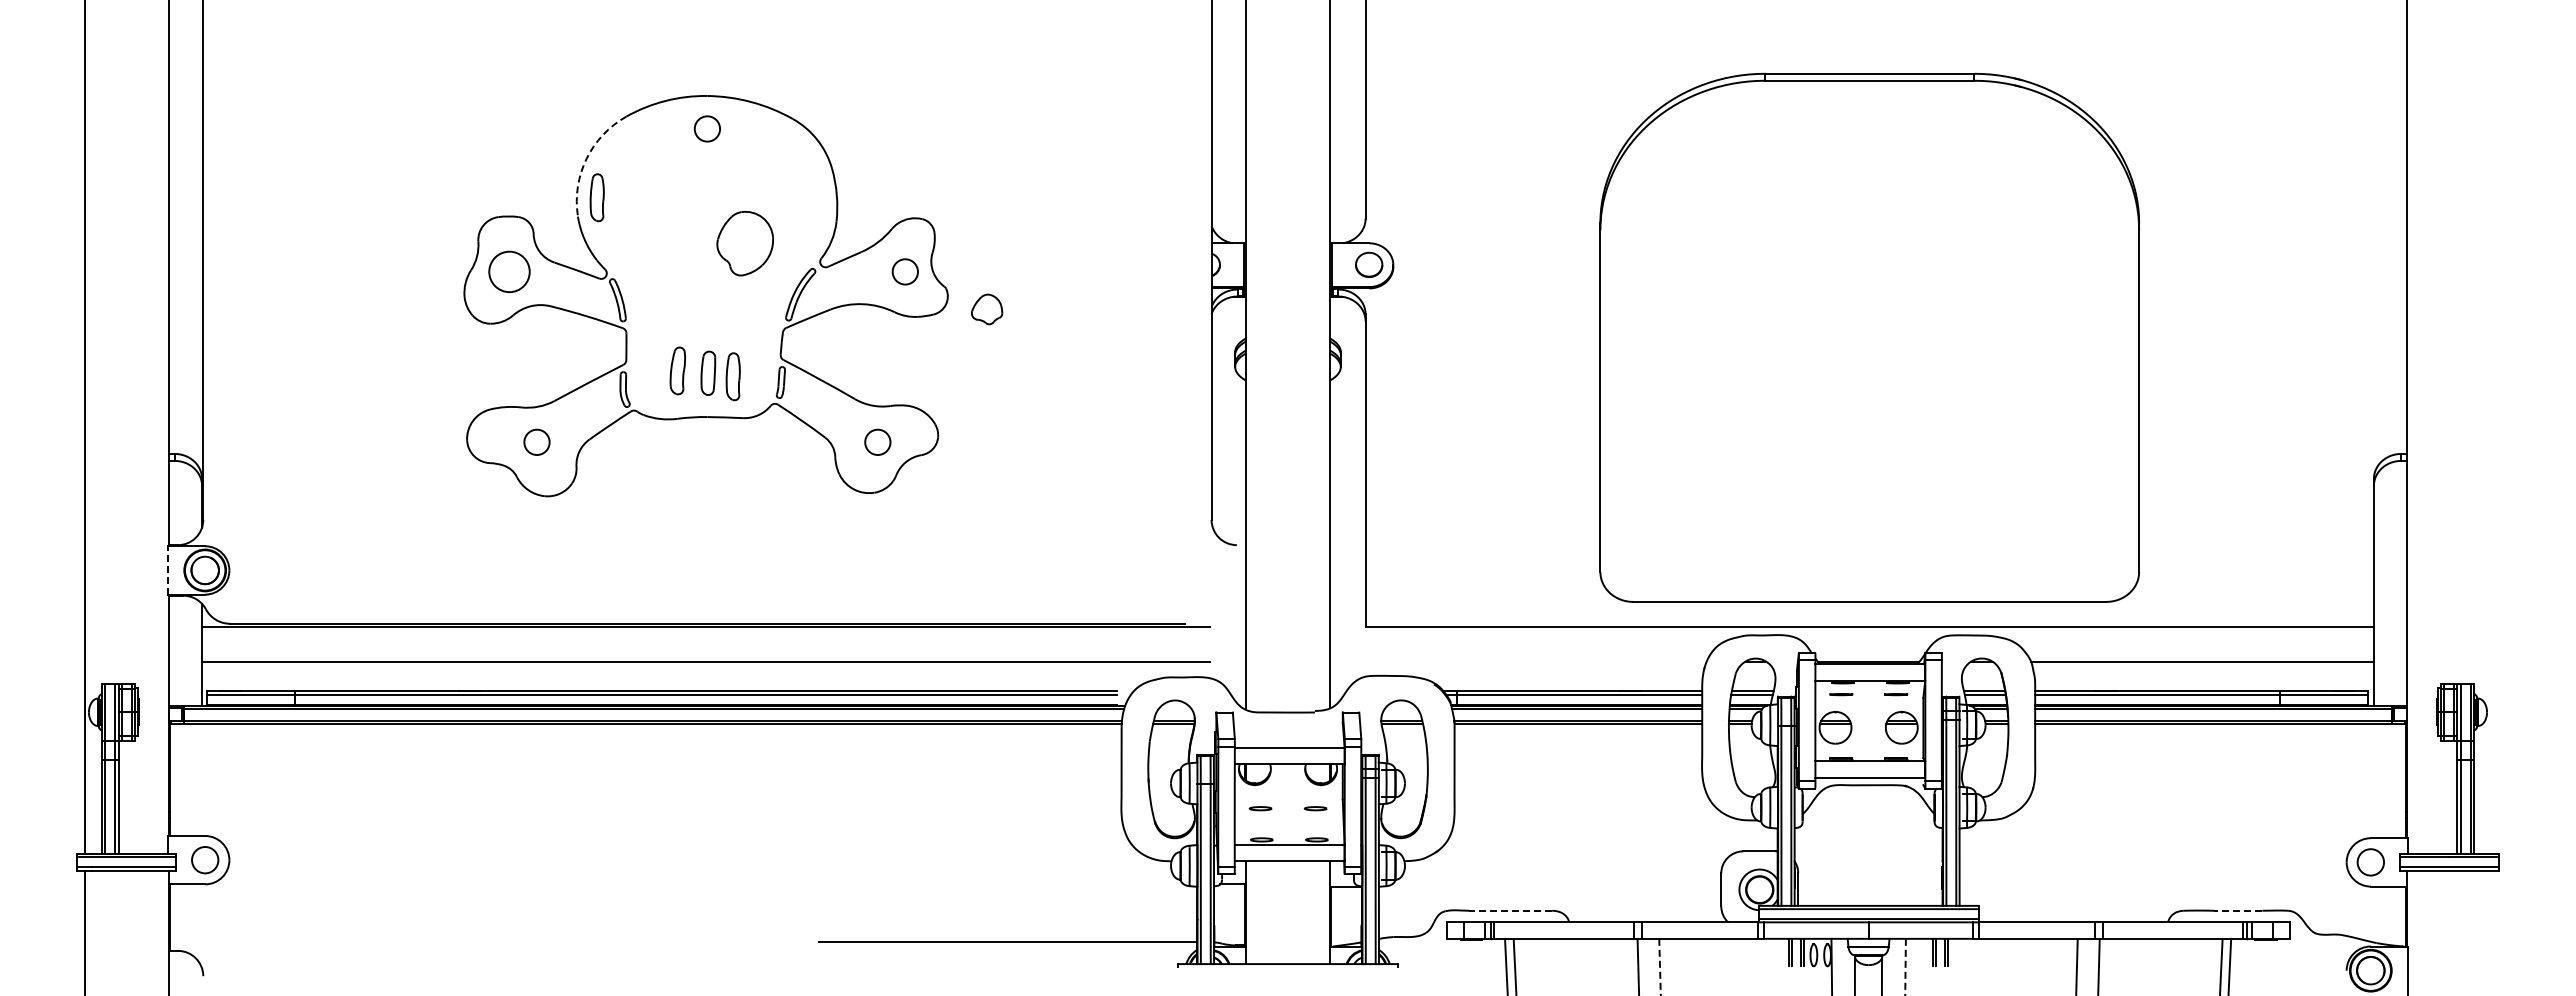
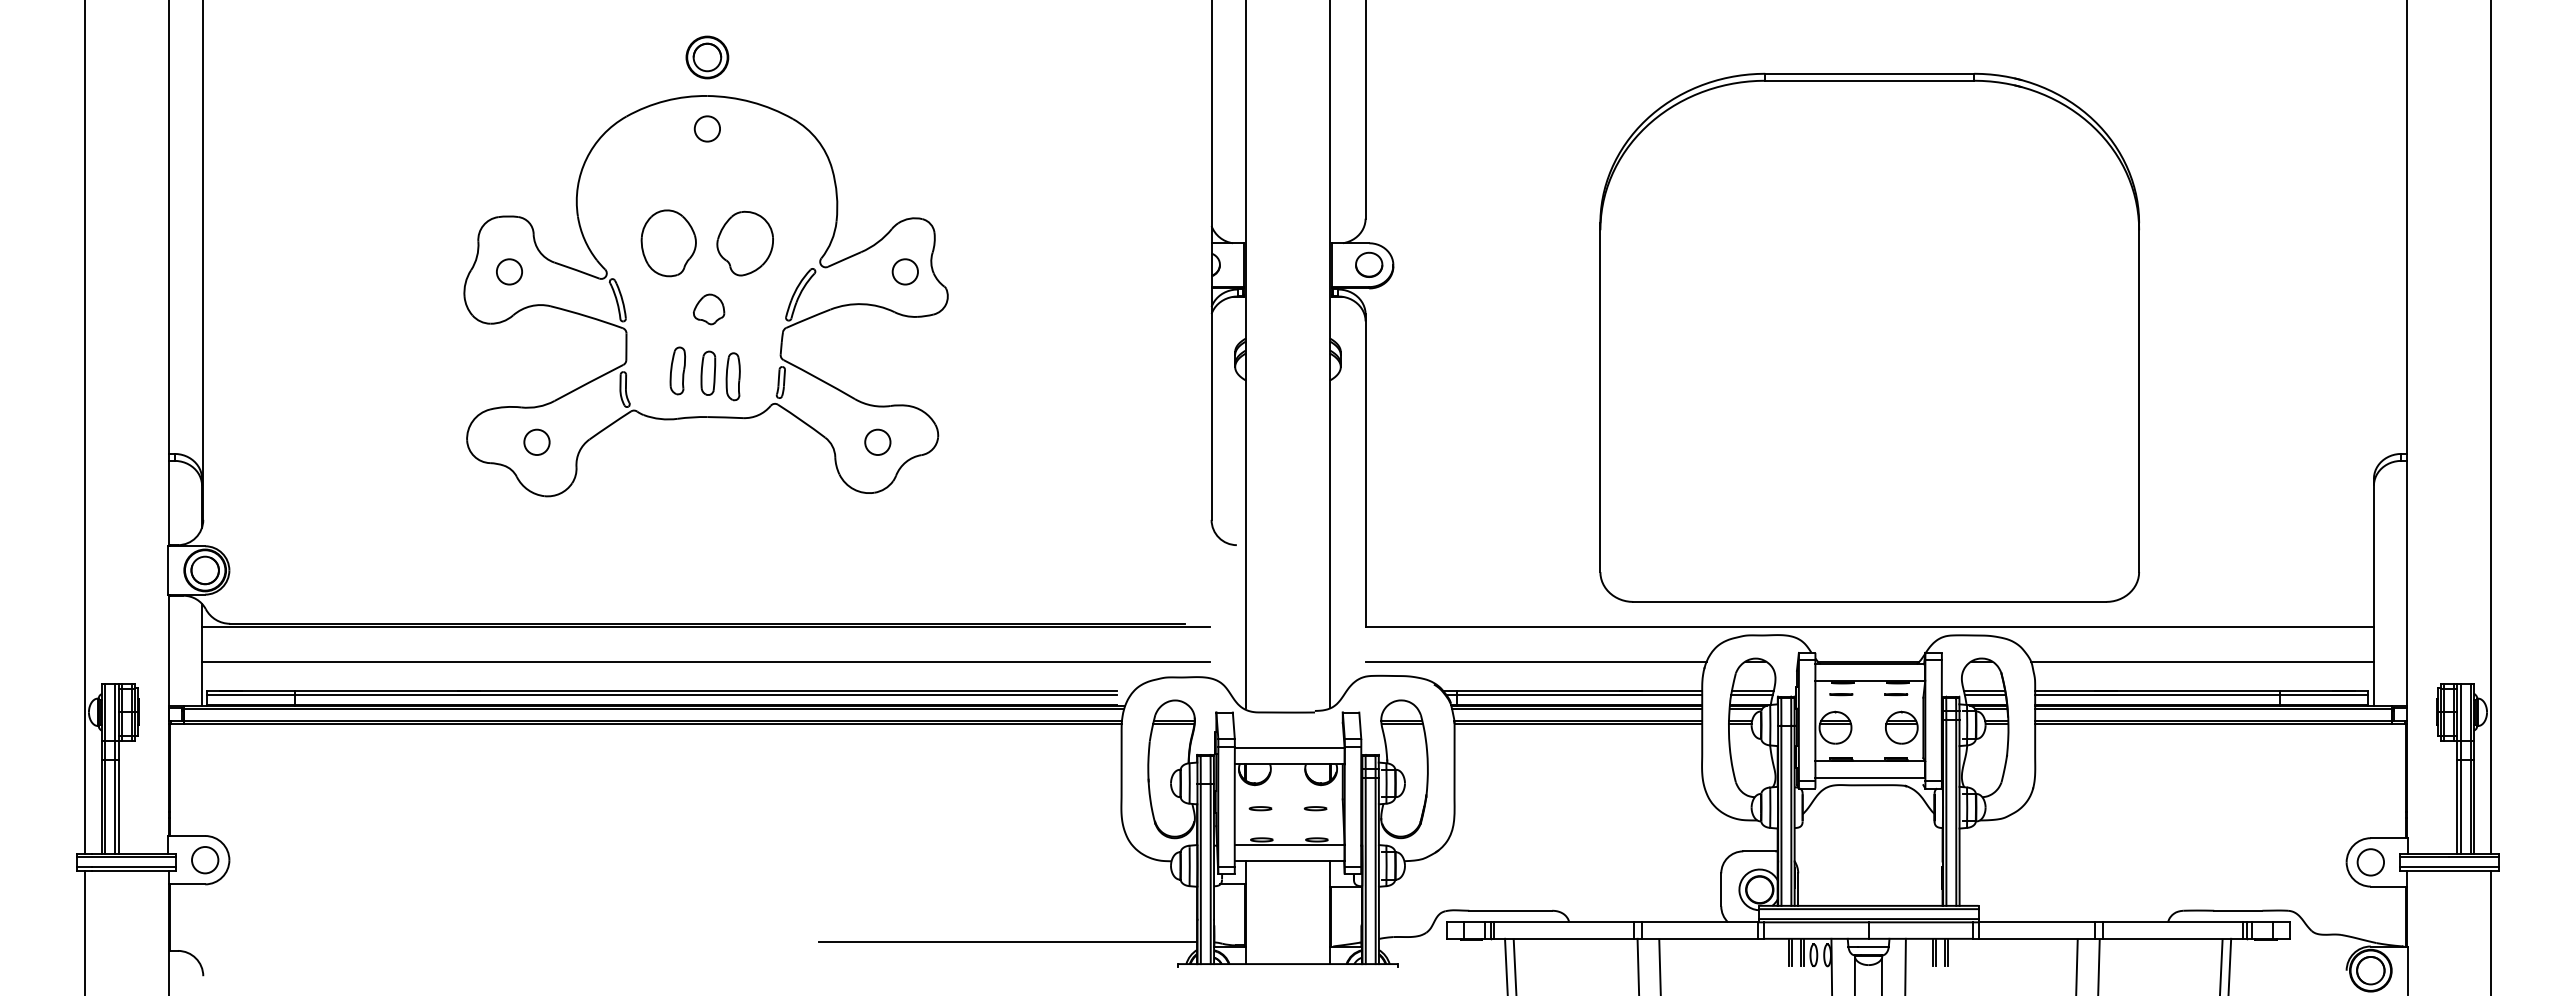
part at (707, 57): none -> present
arc at (586, 158): dashed -> solid
part at (596, 197): present -> none
part at (668, 243): none -> present
circle at (509, 271) diameter: 40 px -> 25 px
part at (987, 309) position: (987, 309) -> (709, 309)
line at (2491, 428): none -> present
line at (167, 569): dashed -> solid
line at (1535, 661): none -> present
line at (1510, 910): dashed -> solid
line at (2237, 910): dashed -> solid
line at (2491, 931): none -> present
line at (1660, 967): dashed -> solid
line at (1905, 967): dashed -> solid
